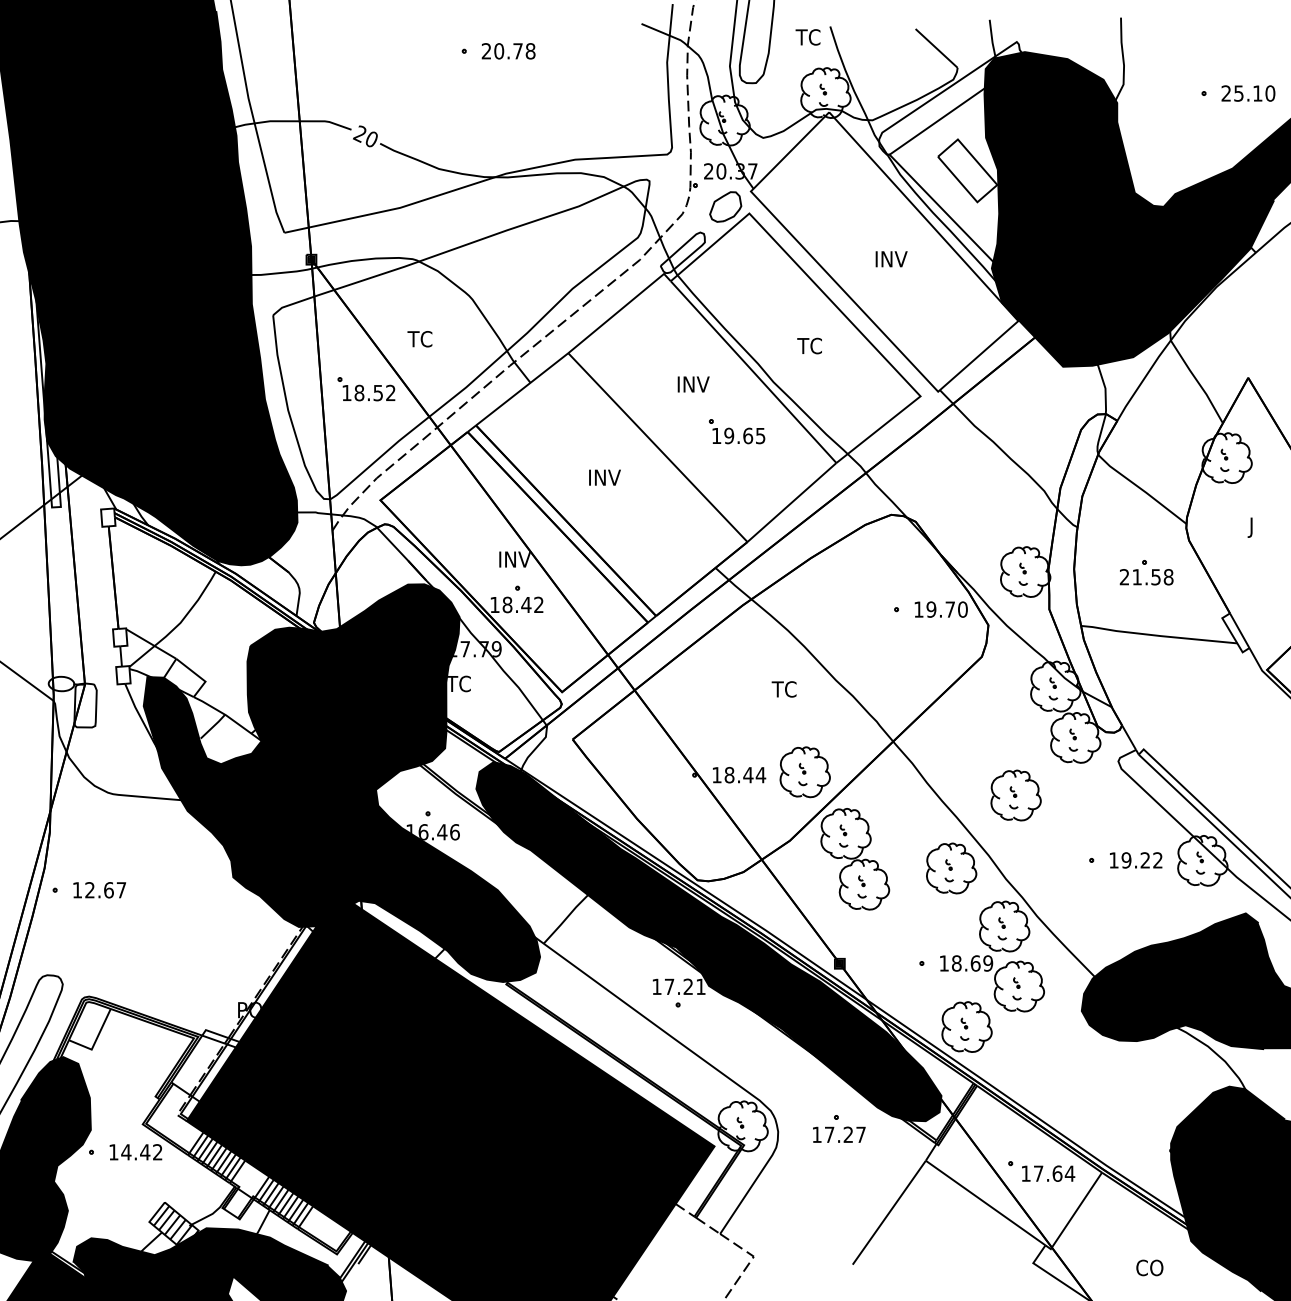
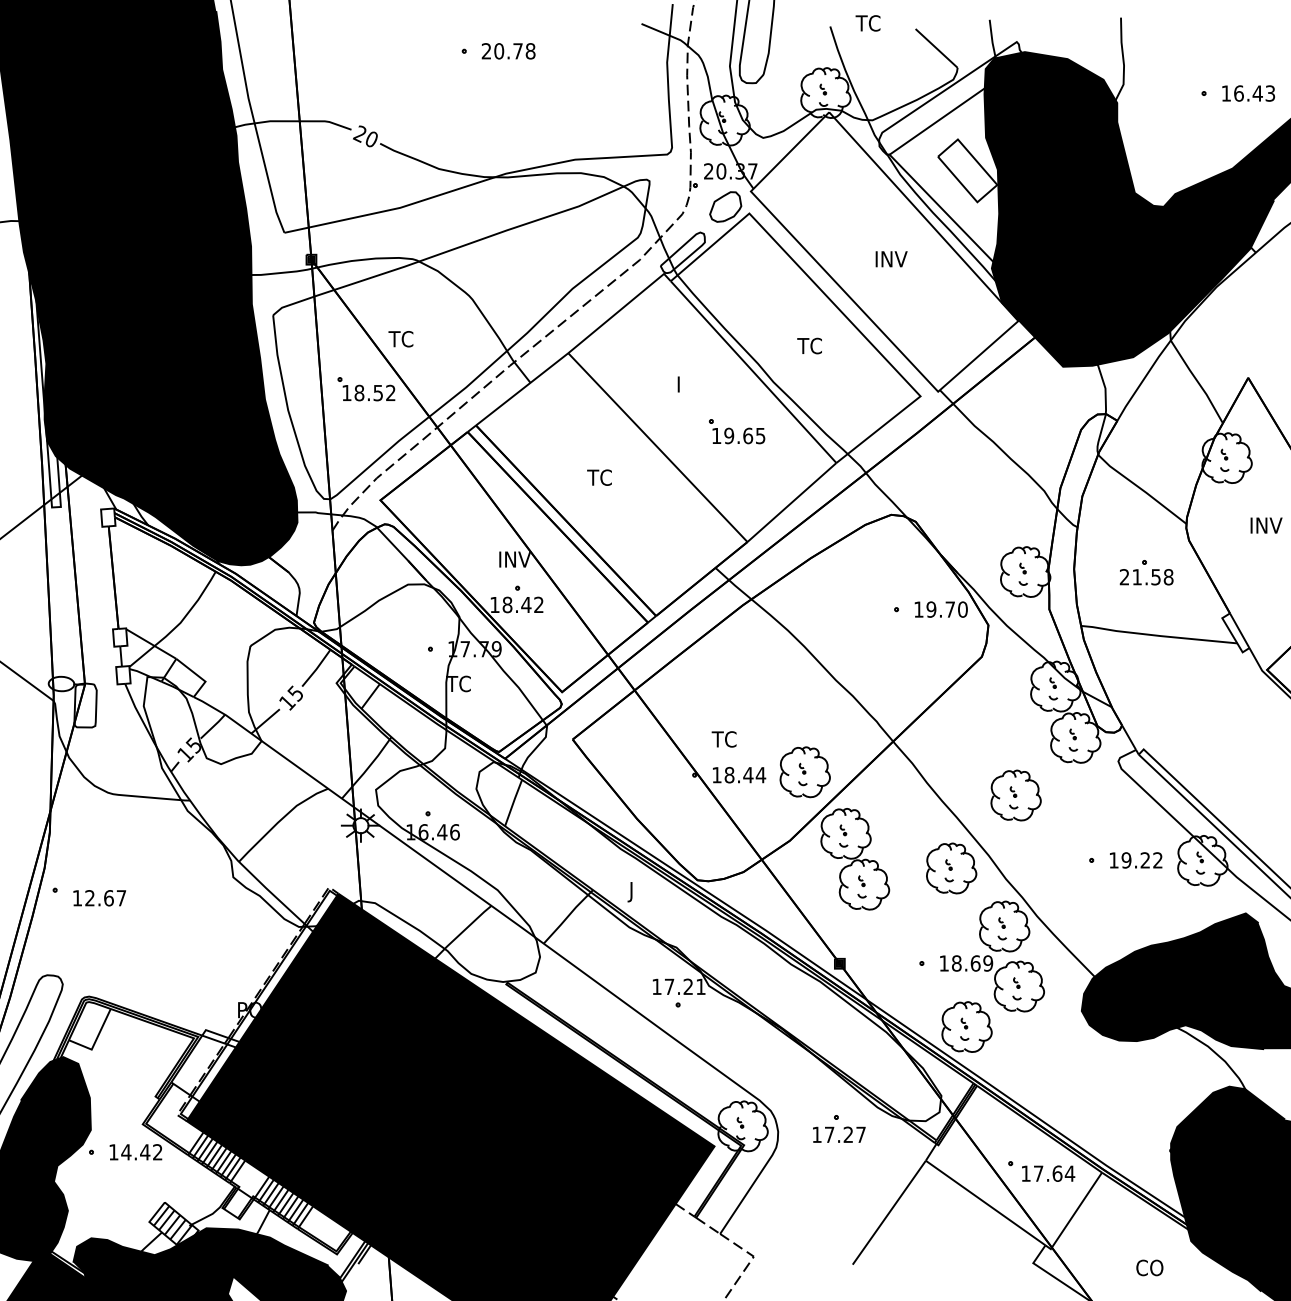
text at (807, 37) position: (807, 37) -> (867, 23)
text at (1248, 93): 25.10 -> 16.43
text at (419, 339) position: (419, 339) -> (400, 339)
text at (696, 384): INV -> I
text at (603, 477): INV -> TC
text at (1264, 527): J -> INV
text at (783, 689) position: (783, 689) -> (723, 739)
fill at (341, 783): present -> none
text at (99, 890) position: (99, 890) -> (99, 898)
fill at (708, 941): present -> none
